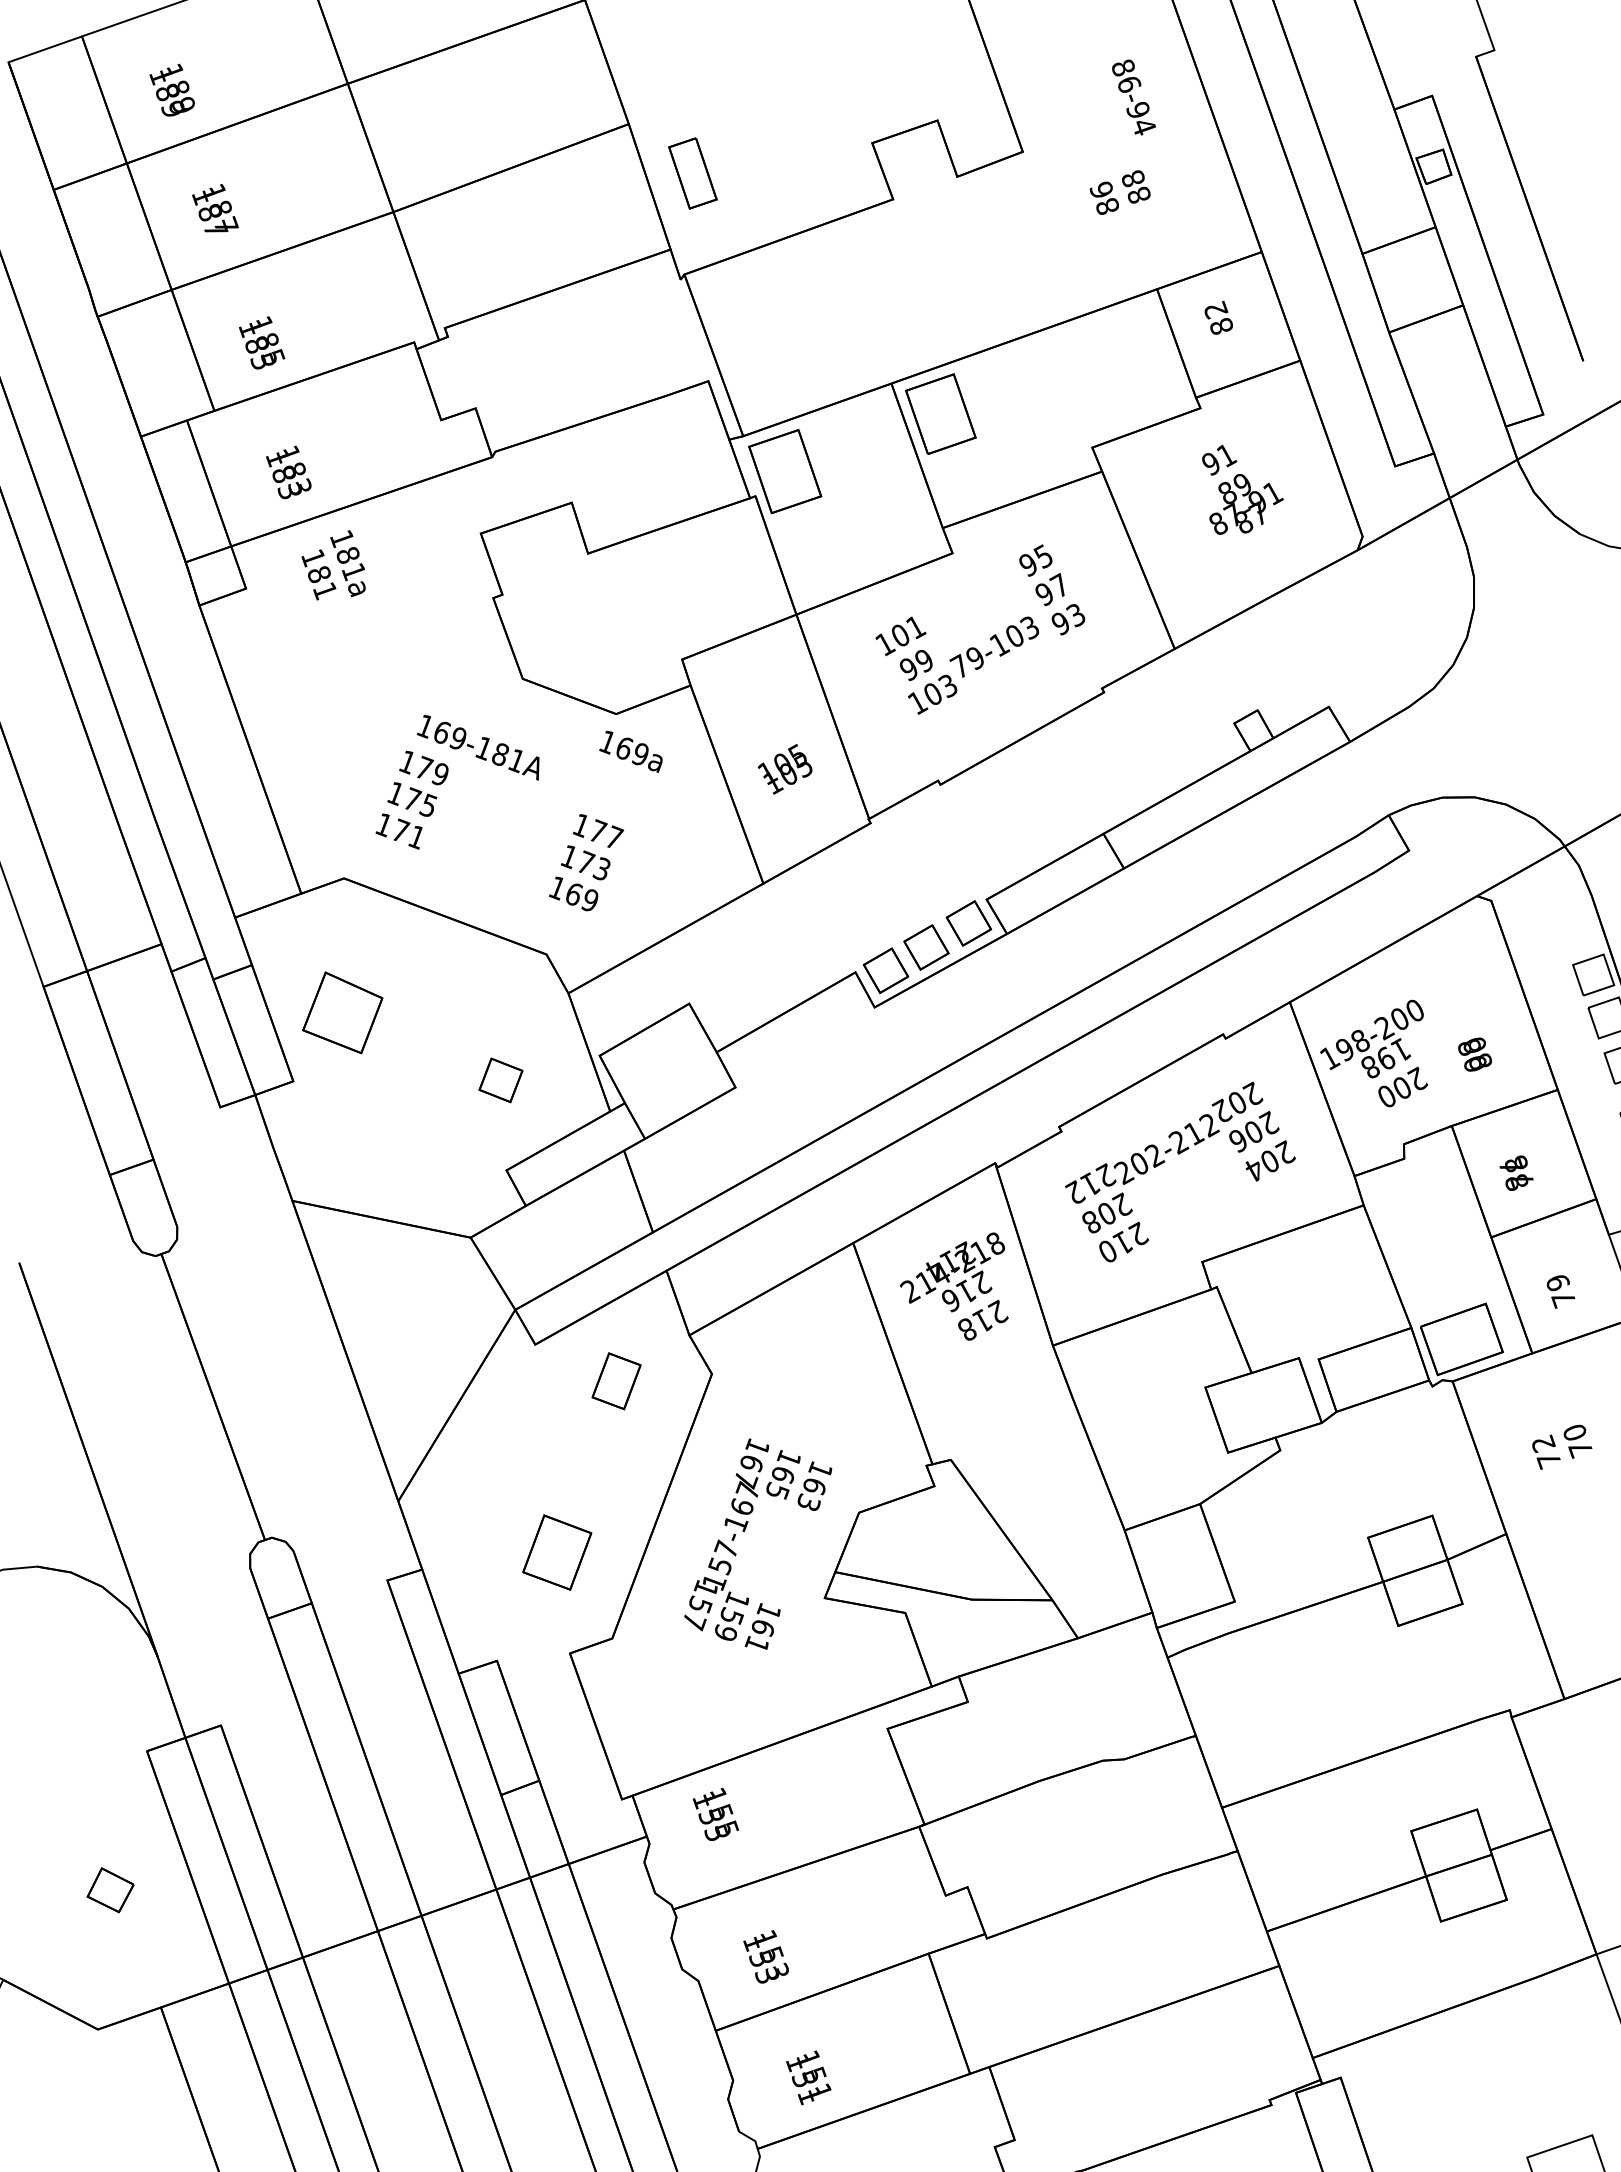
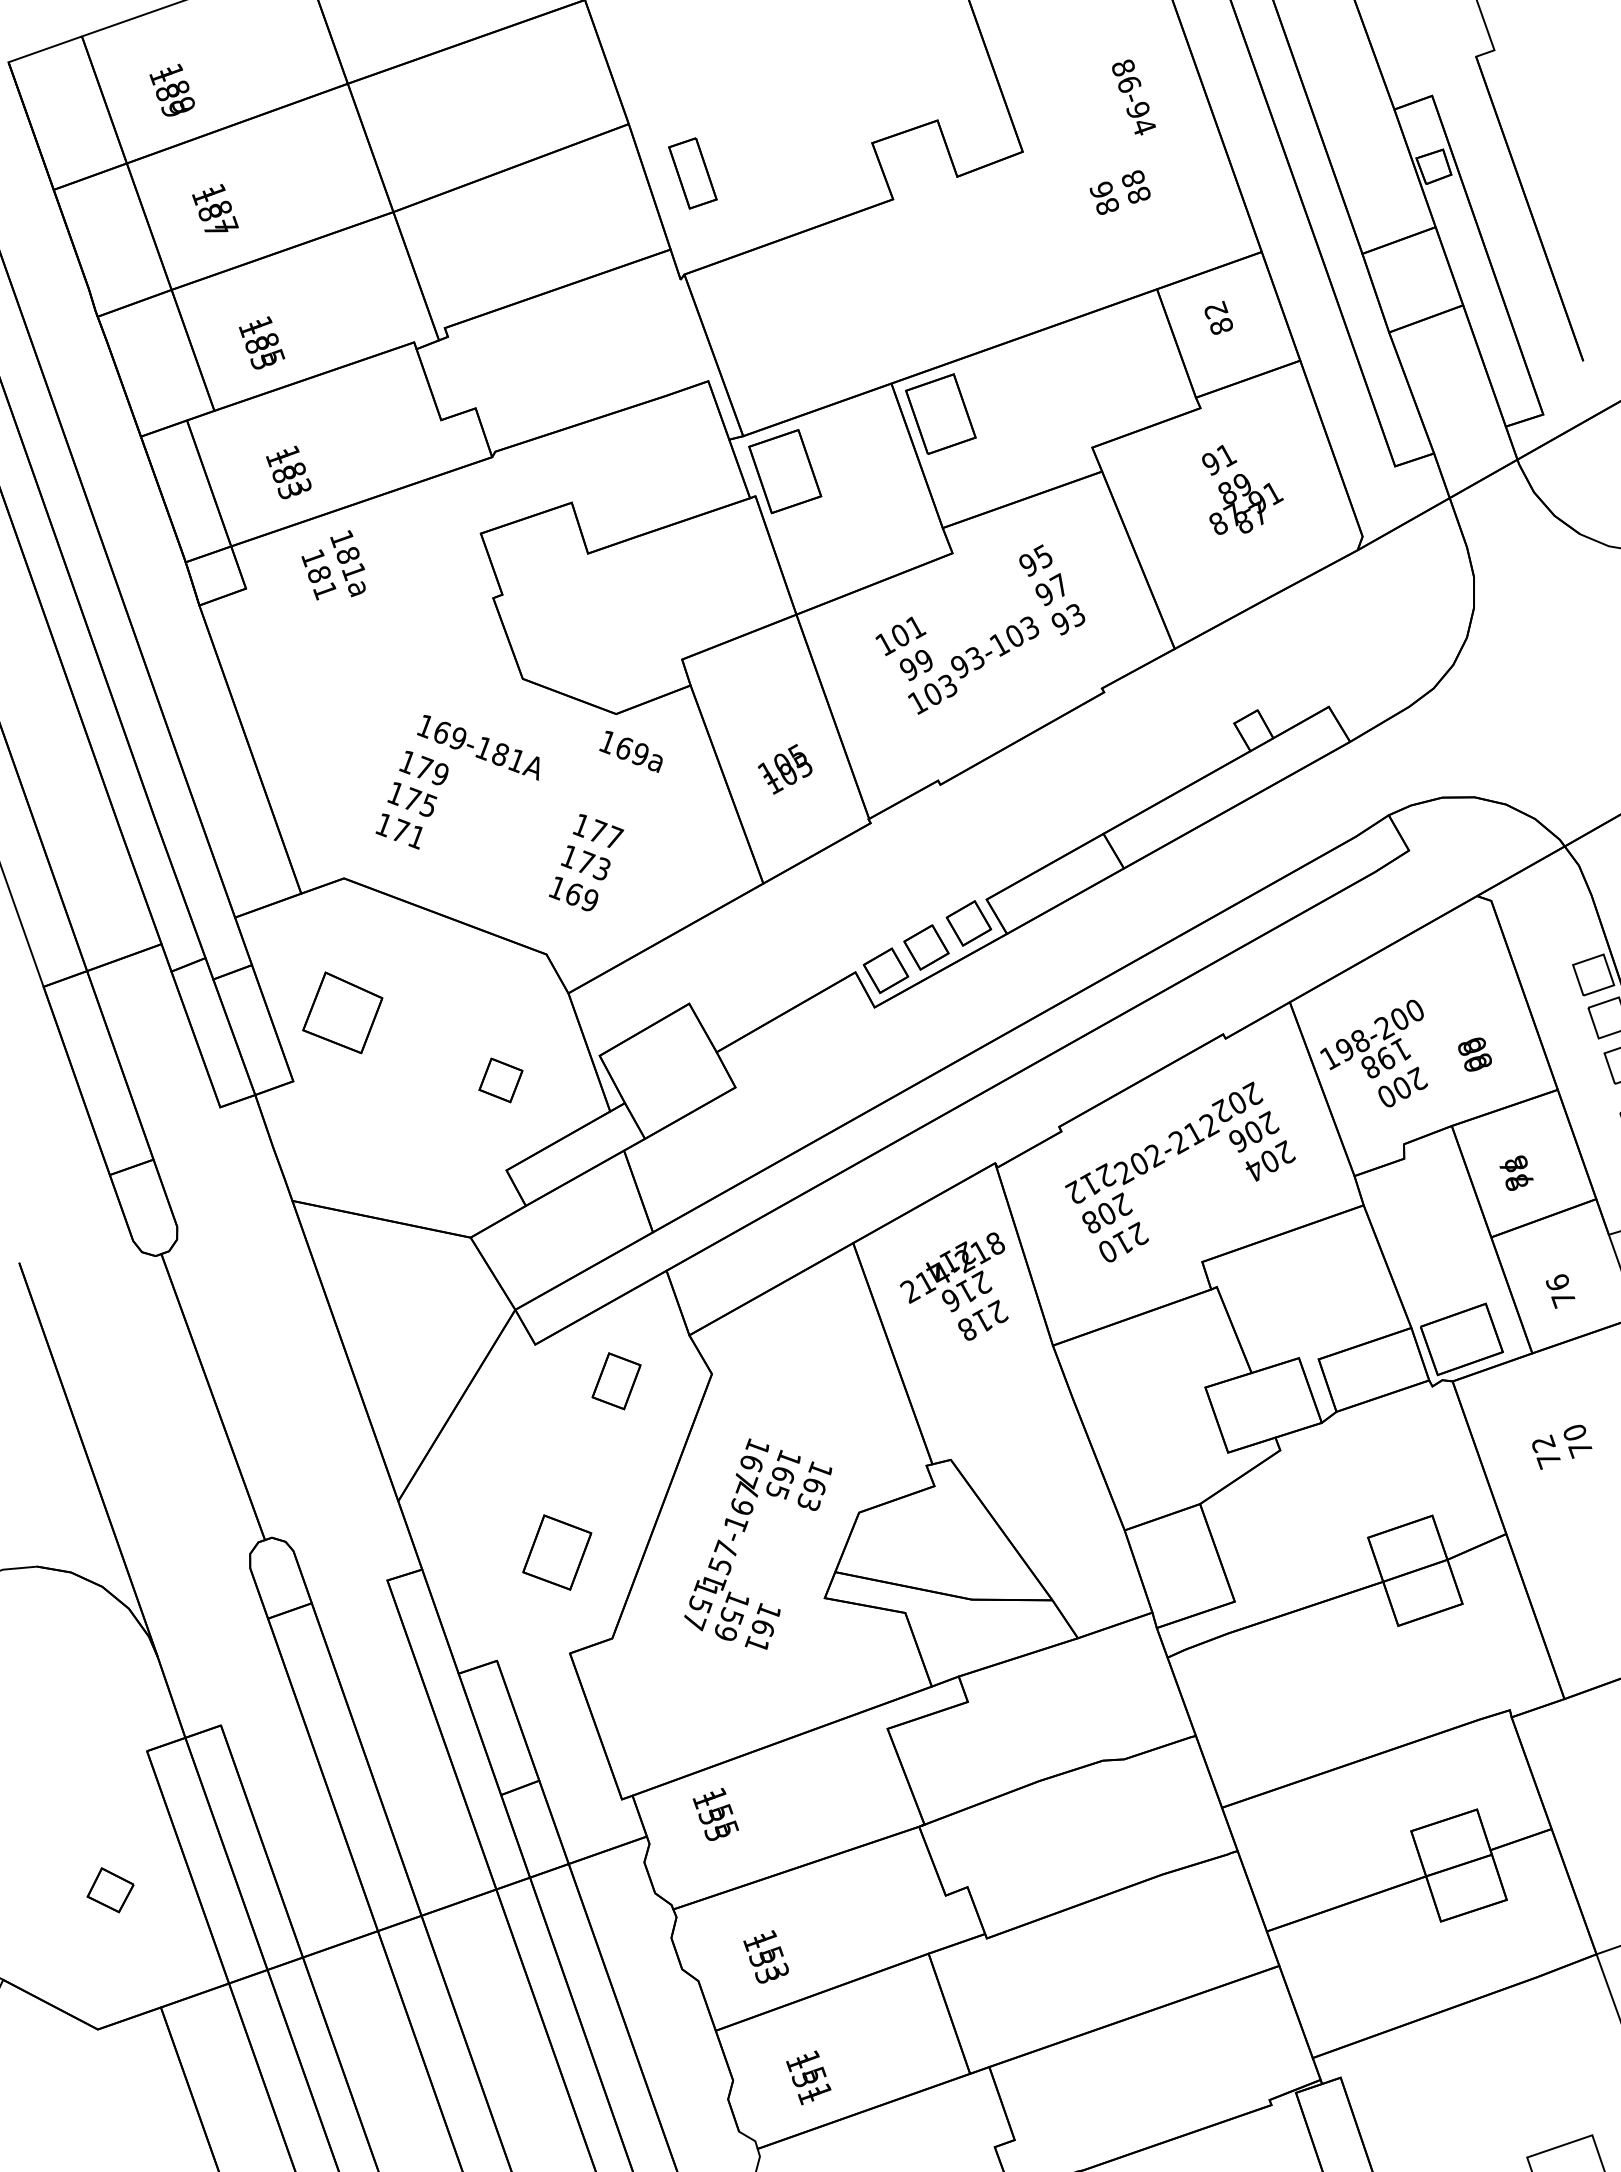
text at (966, 662): 79-103 -> 93-103
text at (1557, 1282): 79 -> 76
